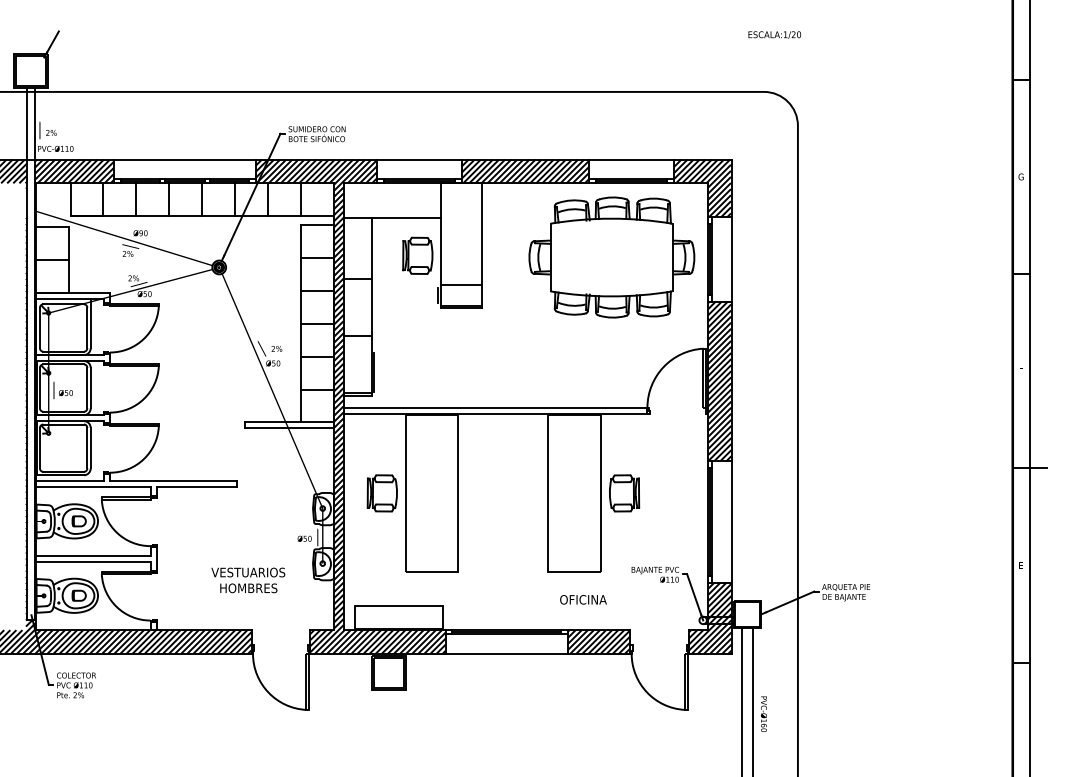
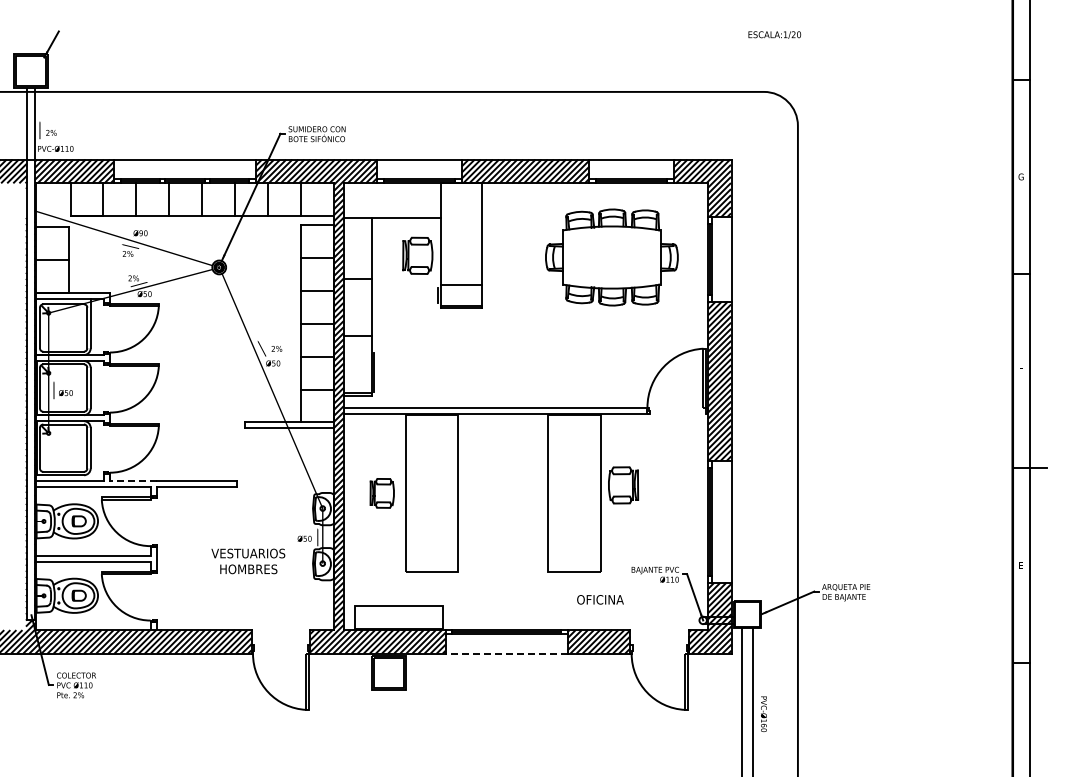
part at (611, 257) size: 168x123 px -> 134x99 px
line at (132, 481): solid -> dashed
part at (381, 493) size: 32x39 px -> 26x31 px
part at (624, 493) position: (624, 493) -> (623, 485)
text at (248, 580) position: (248, 580) -> (248, 561)
text at (583, 599) position: (583, 599) -> (600, 599)
line at (506, 653): solid -> dashed
